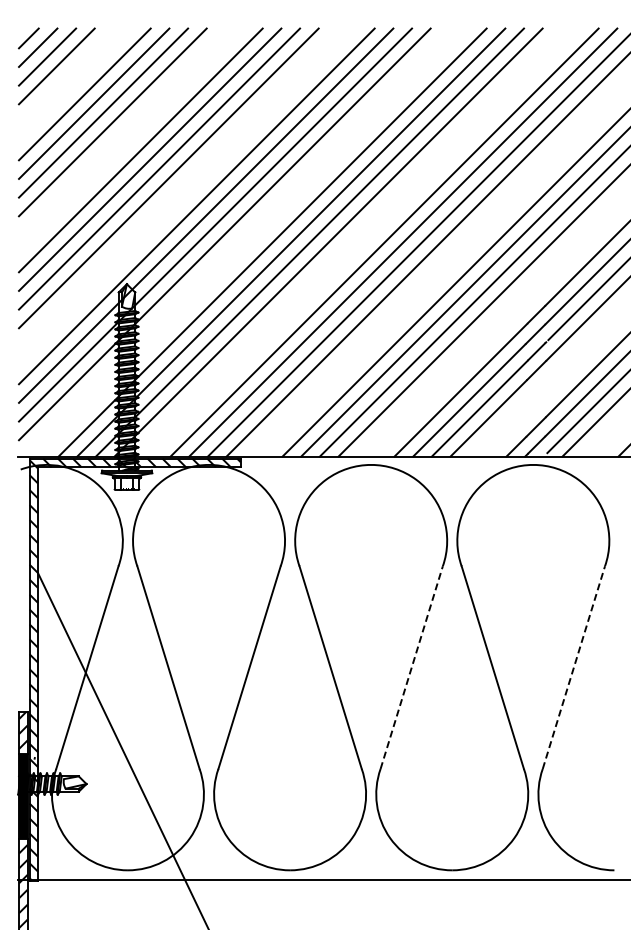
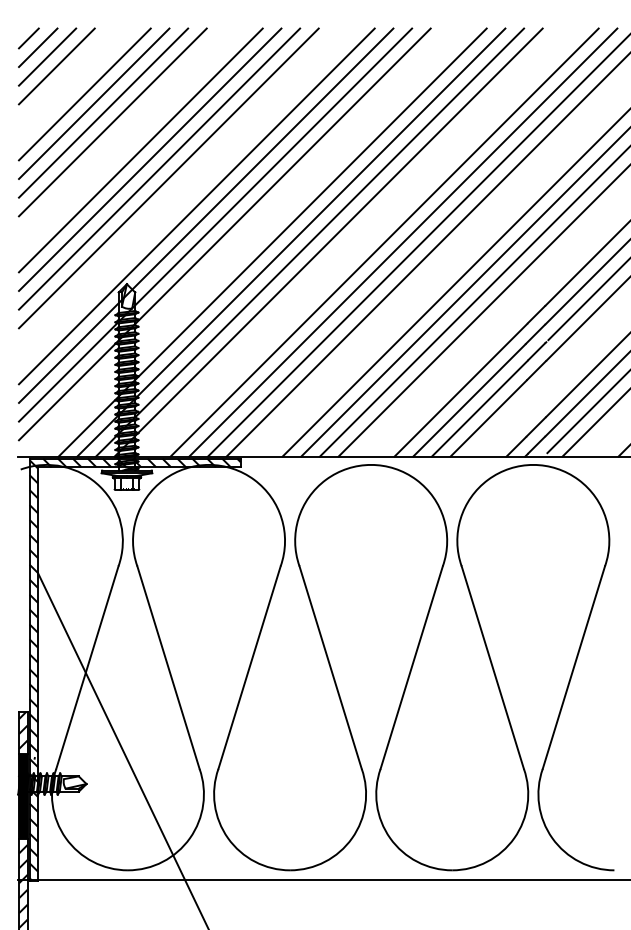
line at (411, 667): dashed -> solid
line at (574, 667): dashed -> solid
